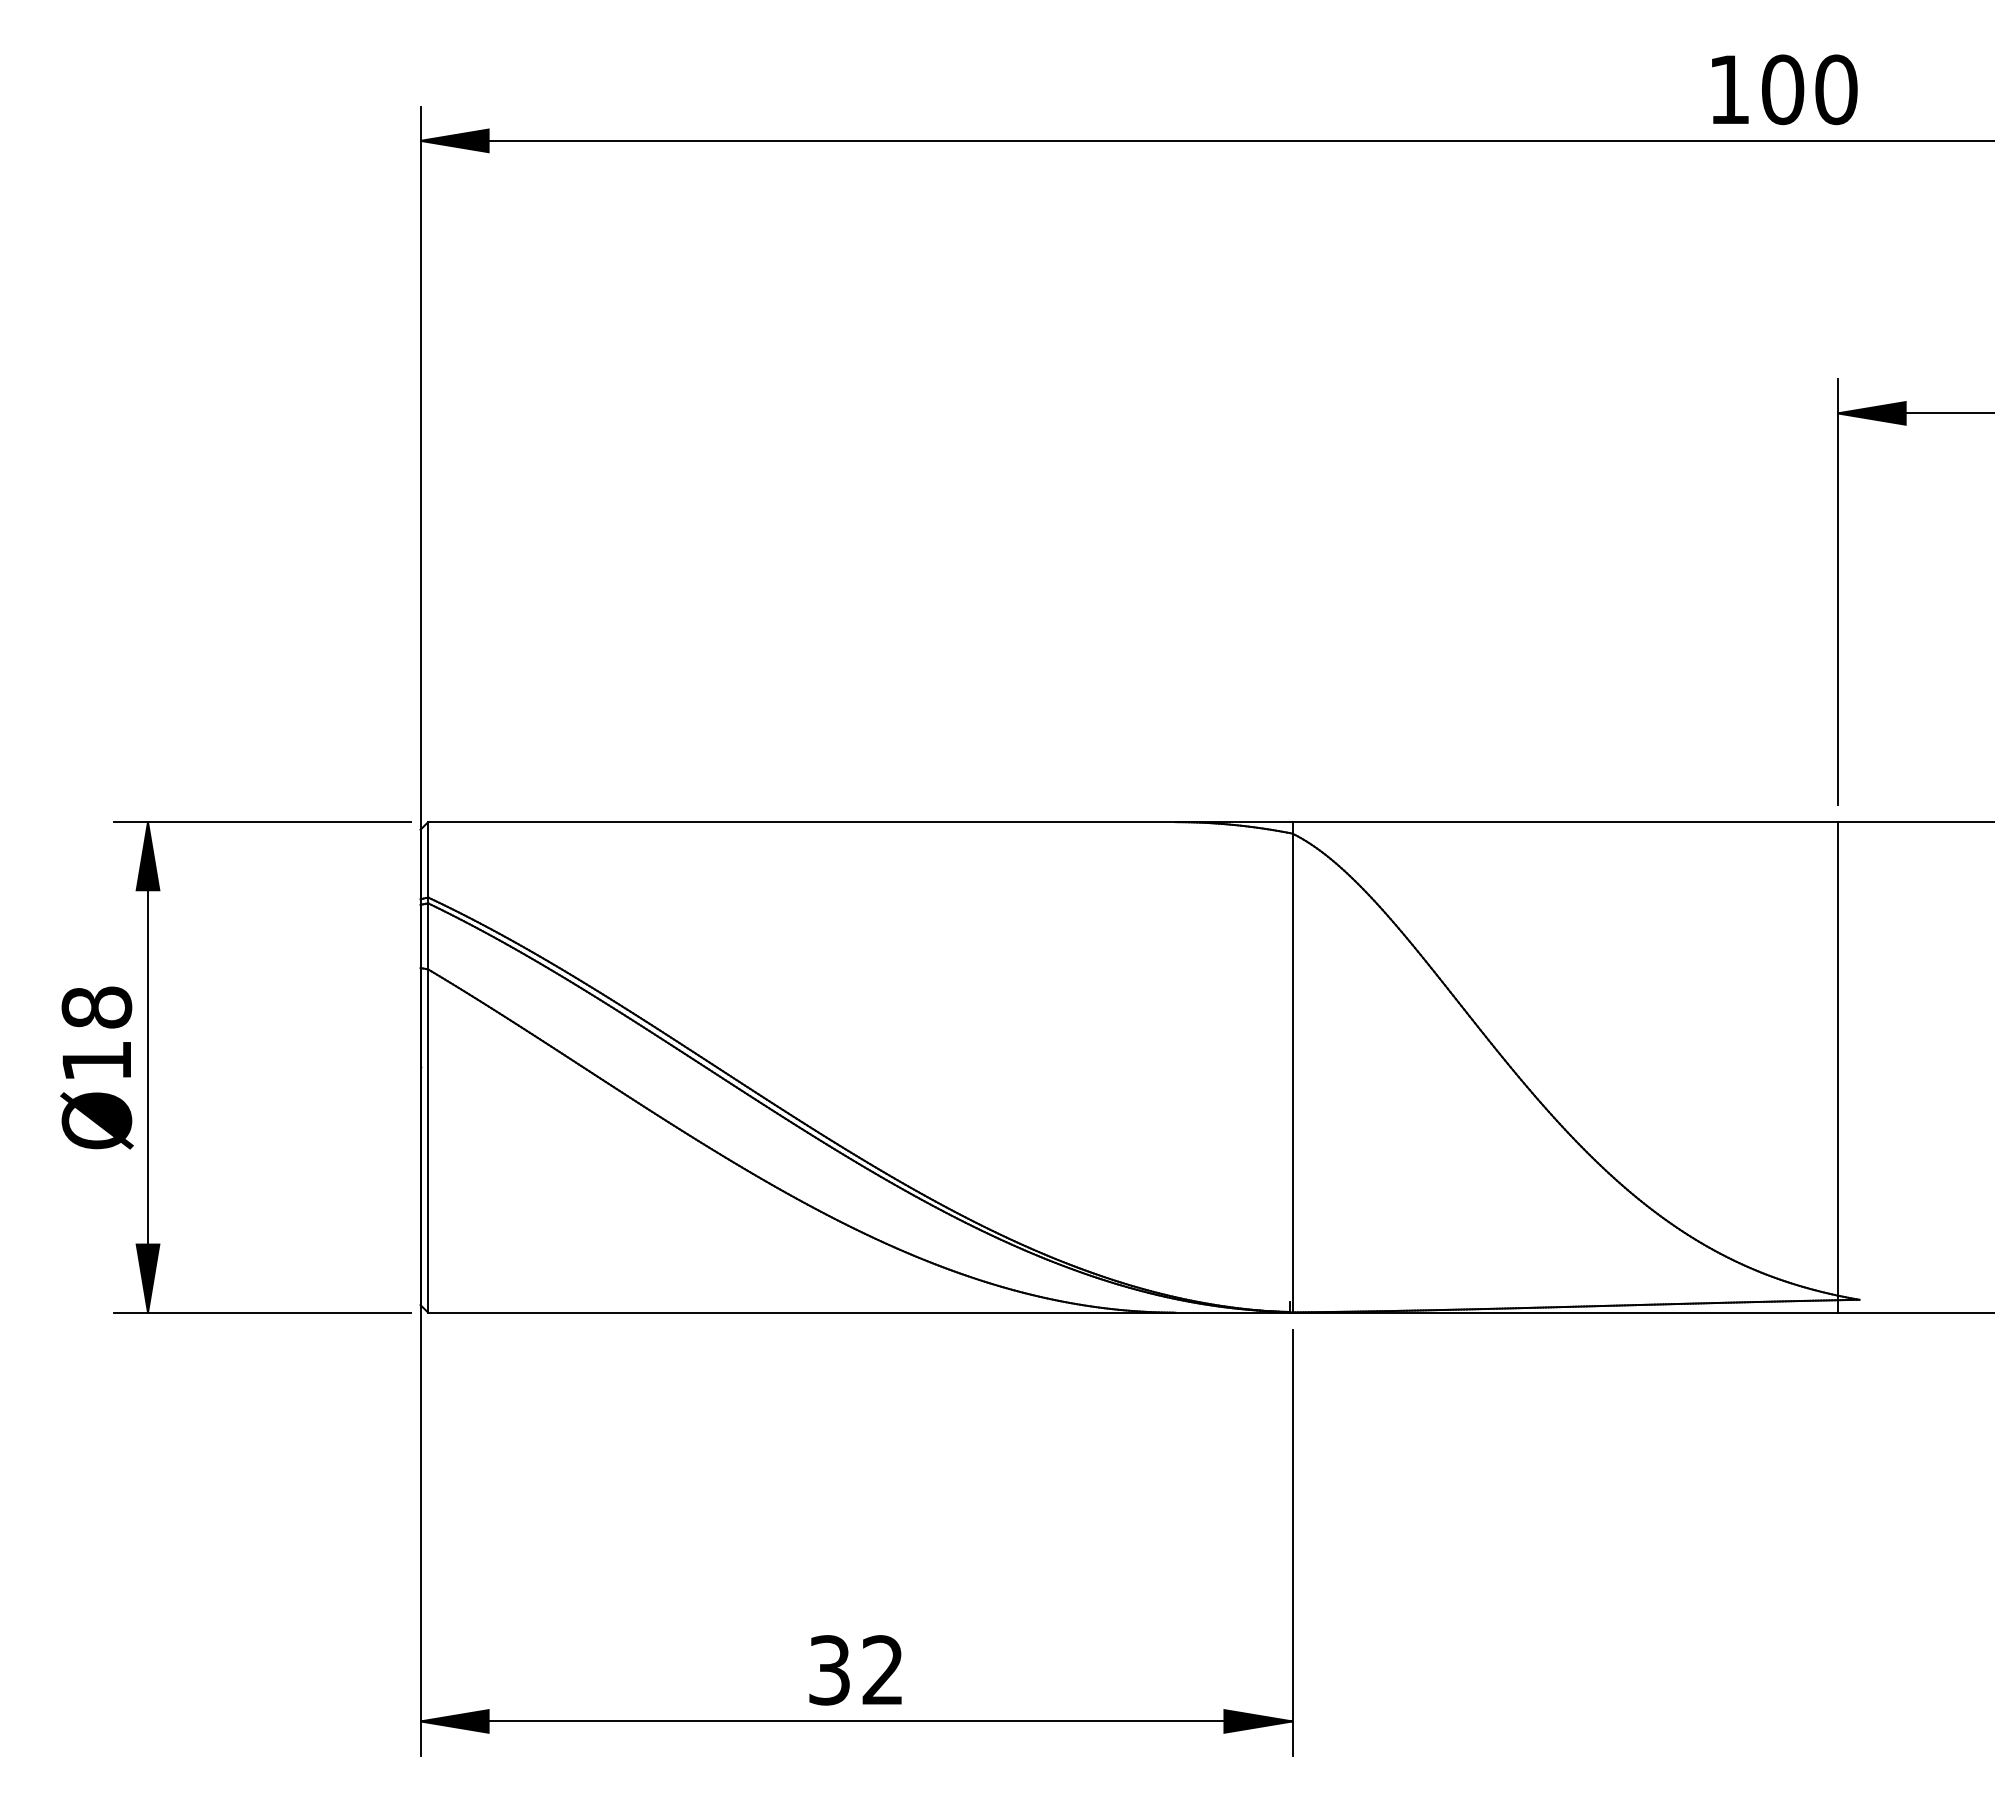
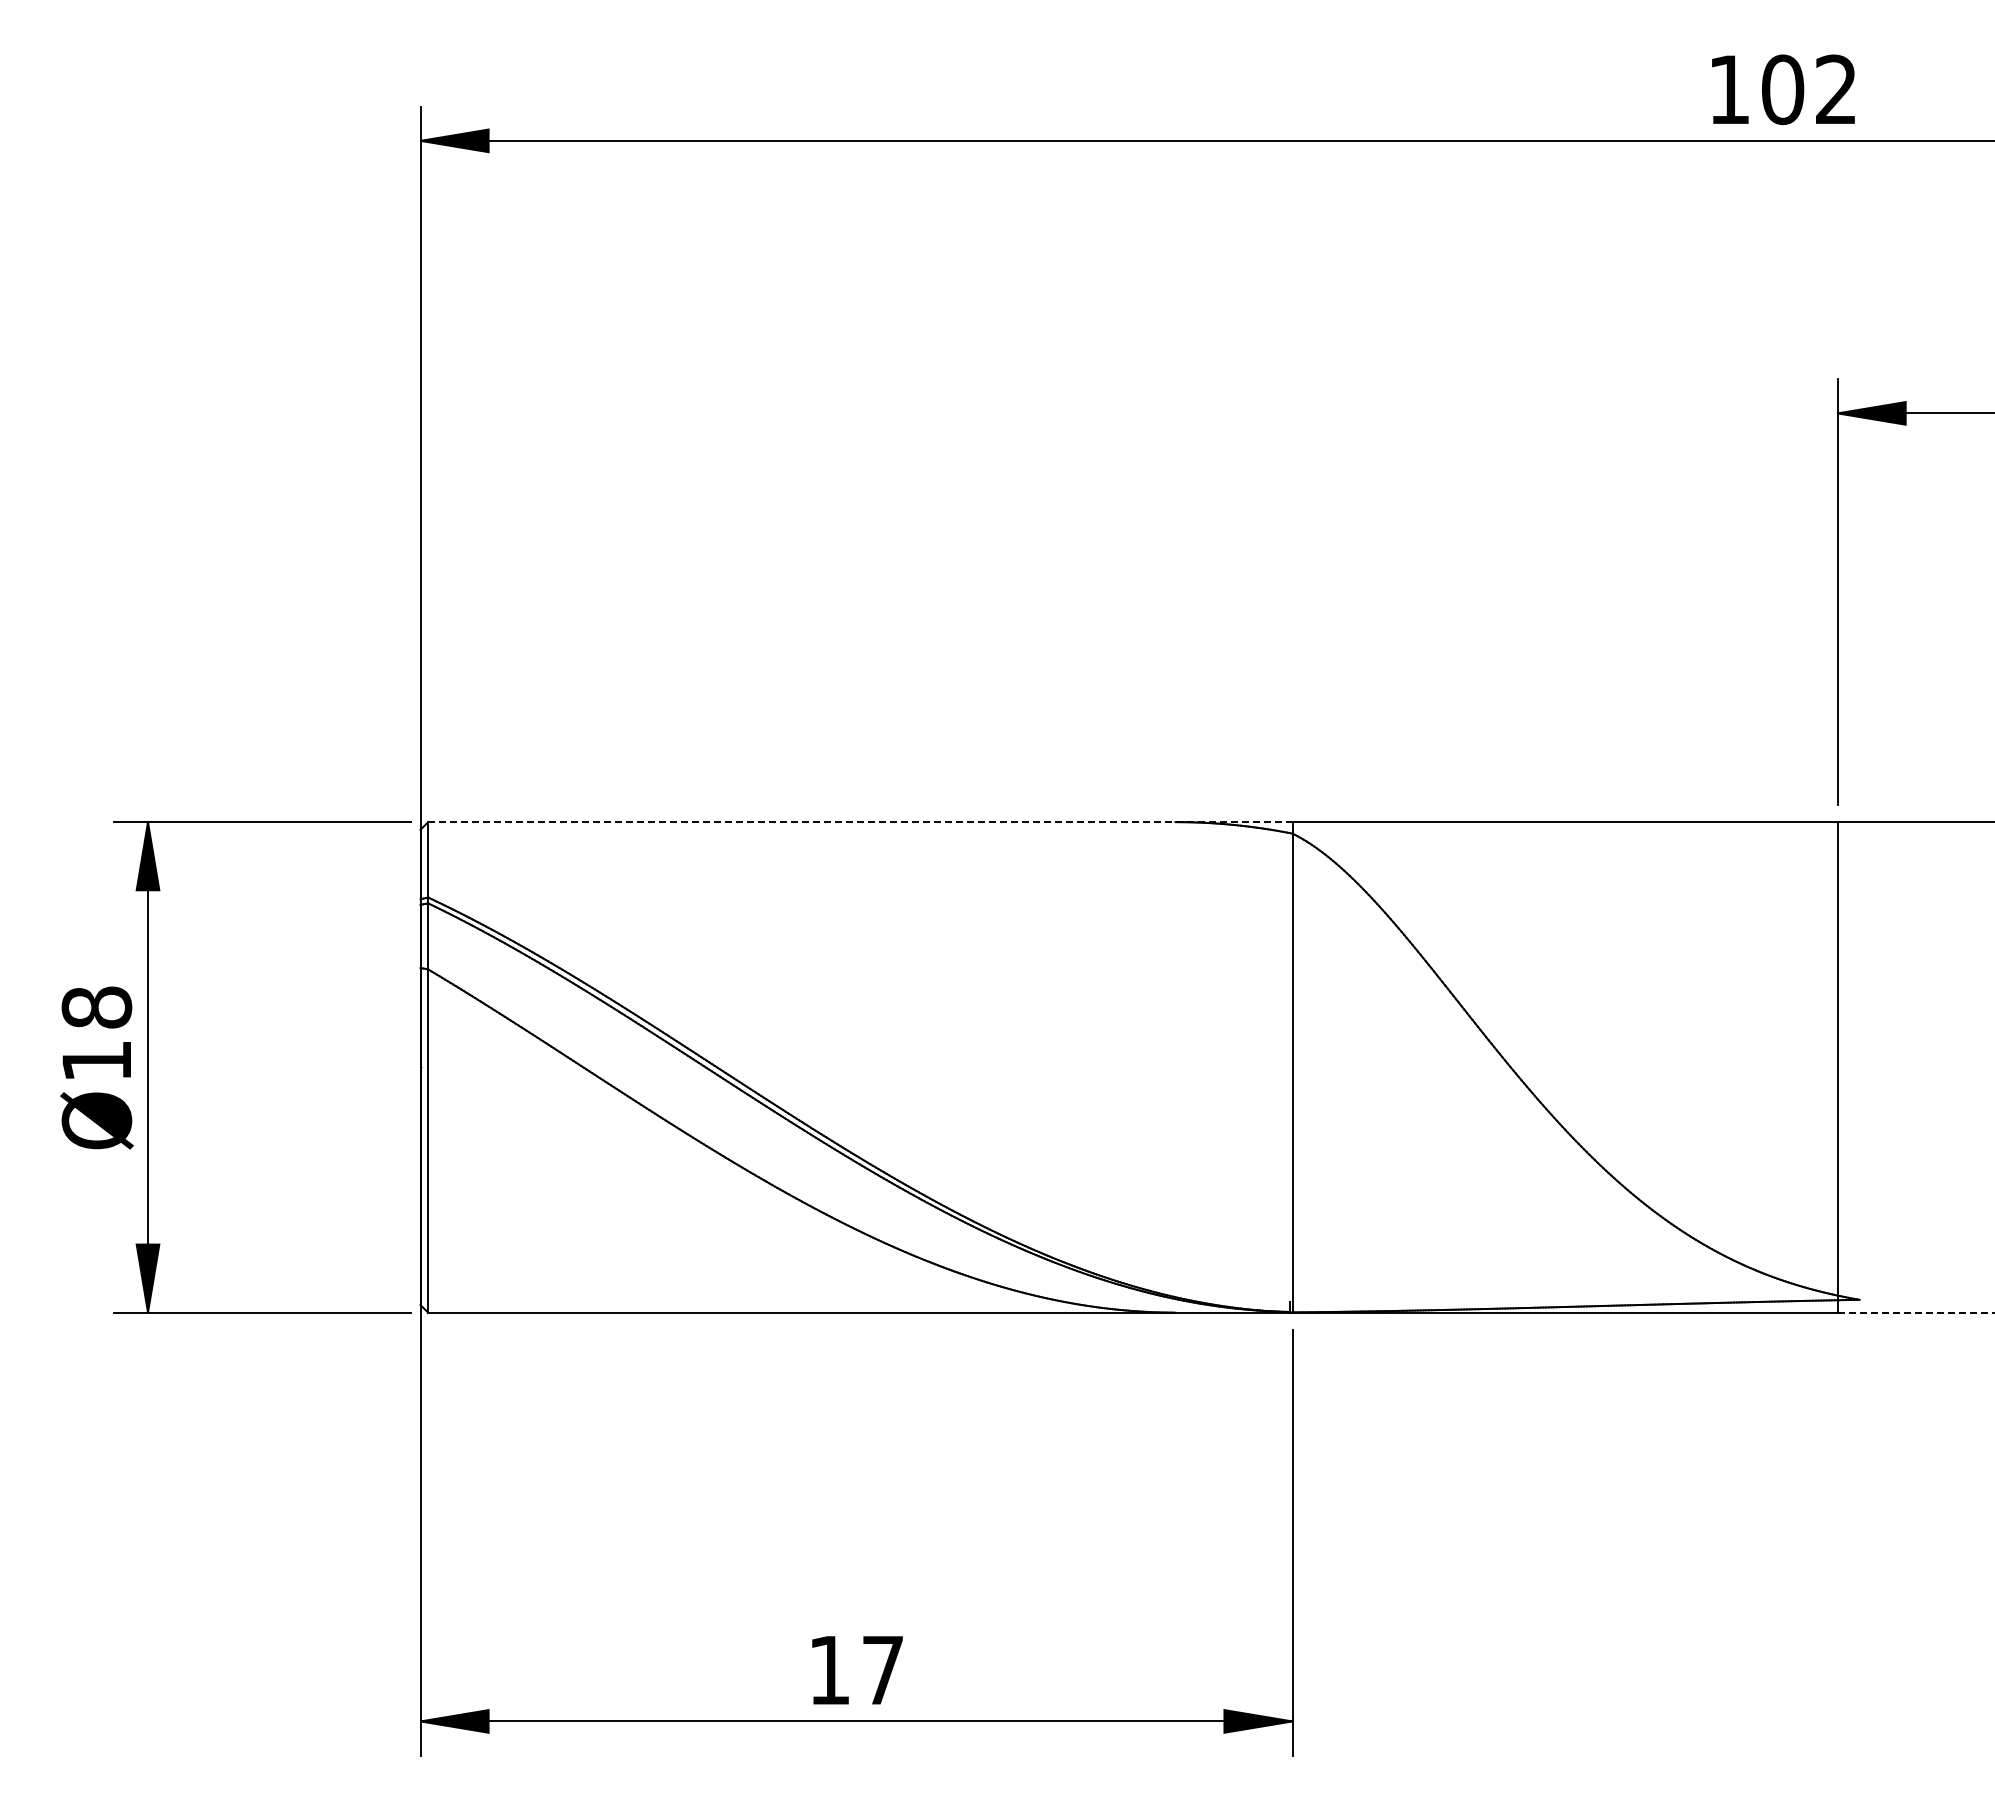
text at (1836, 89): 100 -> 102
line at (860, 822): solid -> dashed
line at (1916, 1312): solid -> dashed
text at (855, 1670): 32 -> 17
